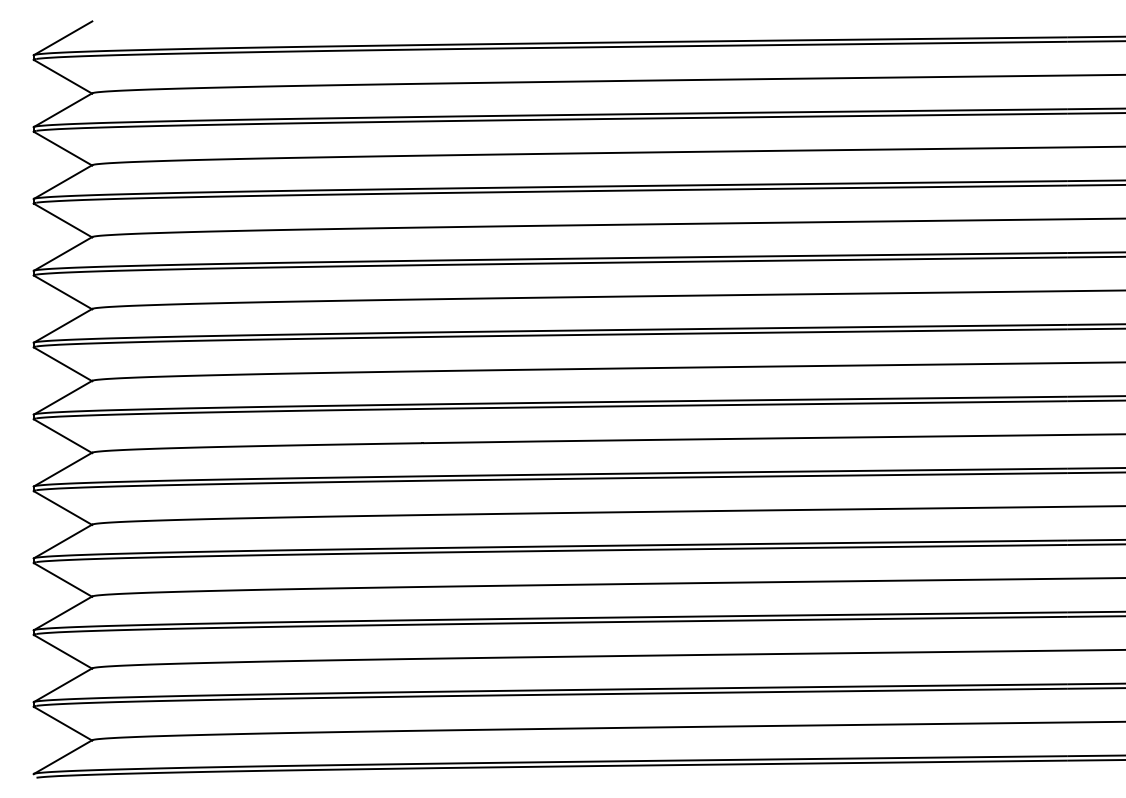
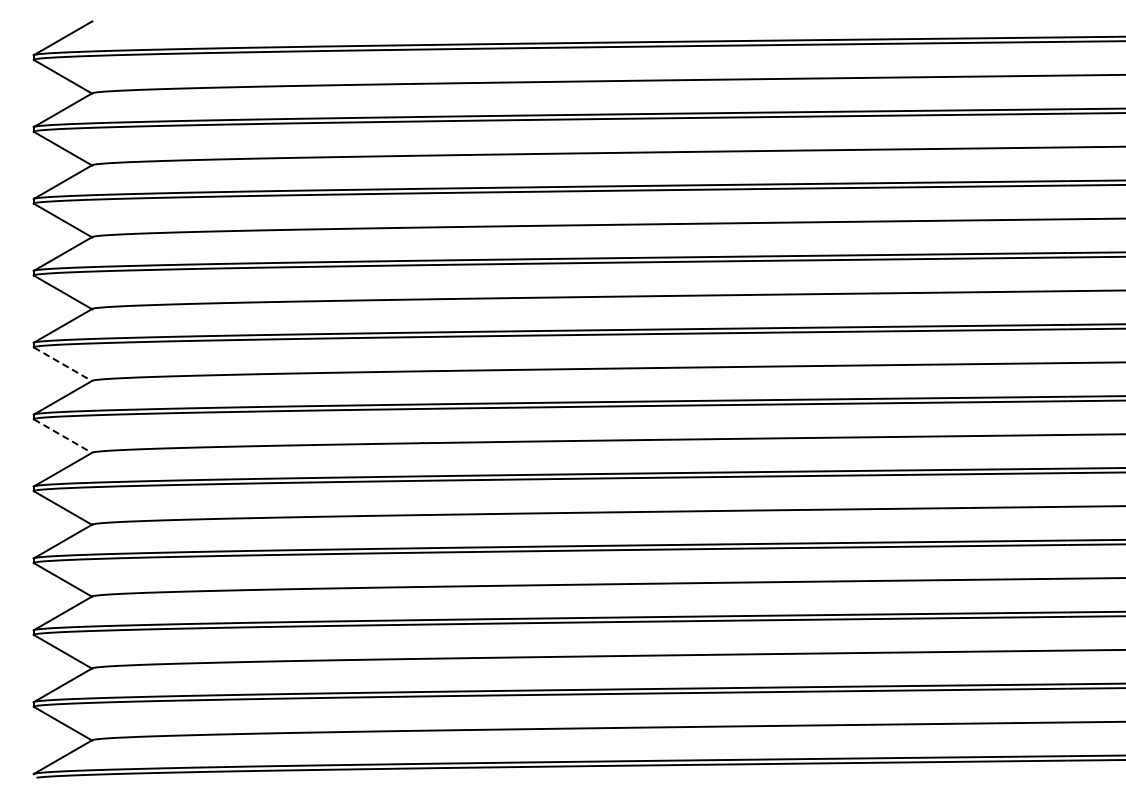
line at (63, 364): solid -> dashed
line at (63, 436): solid -> dashed
